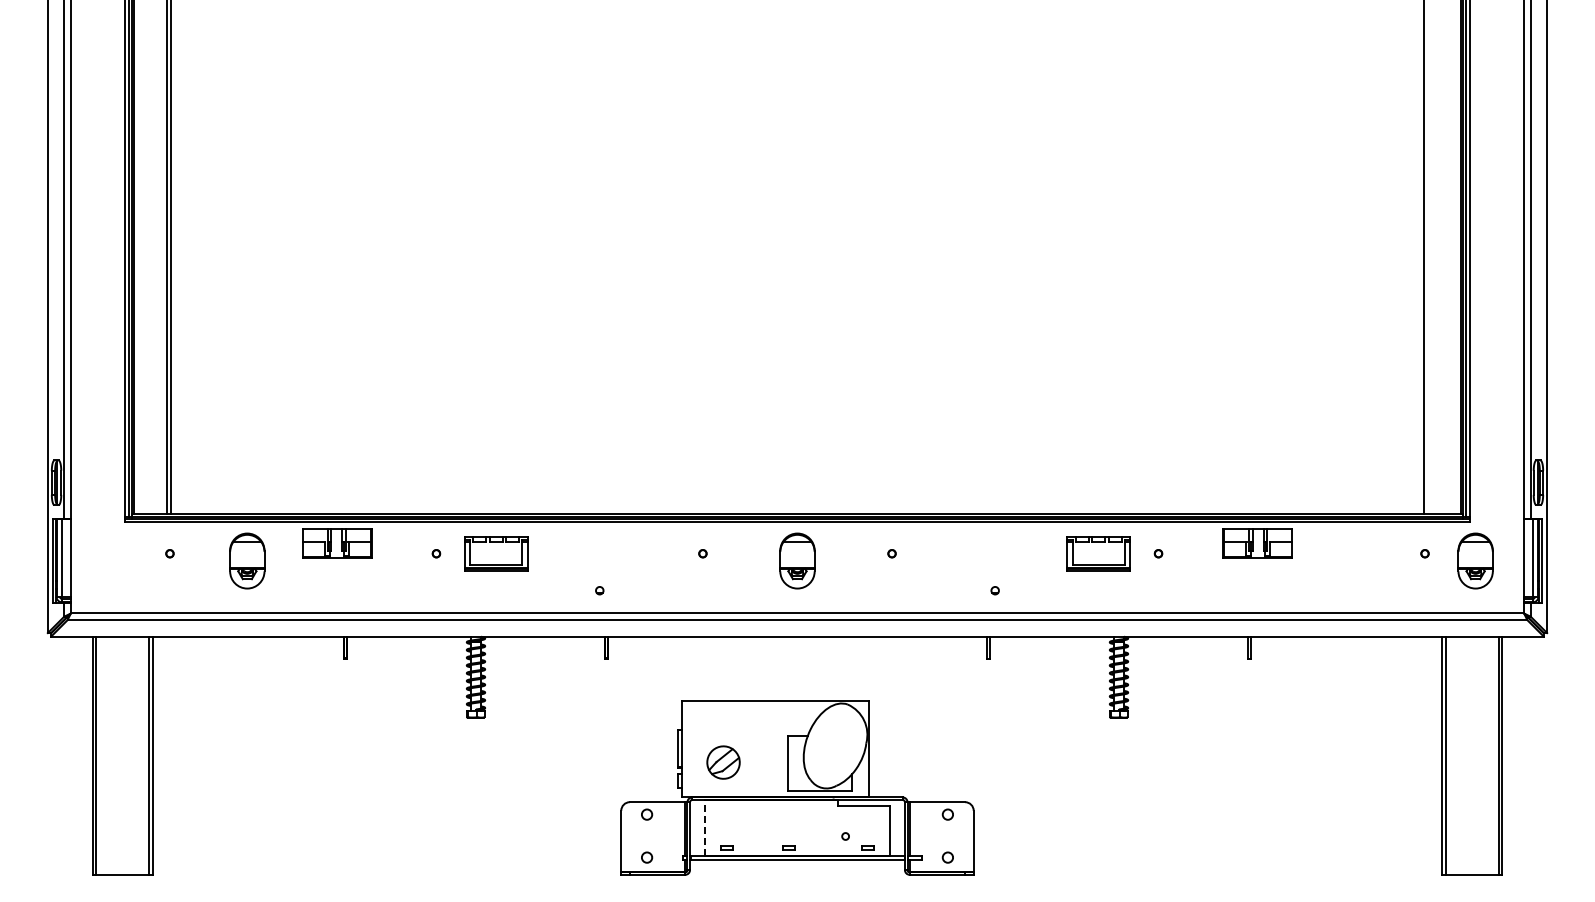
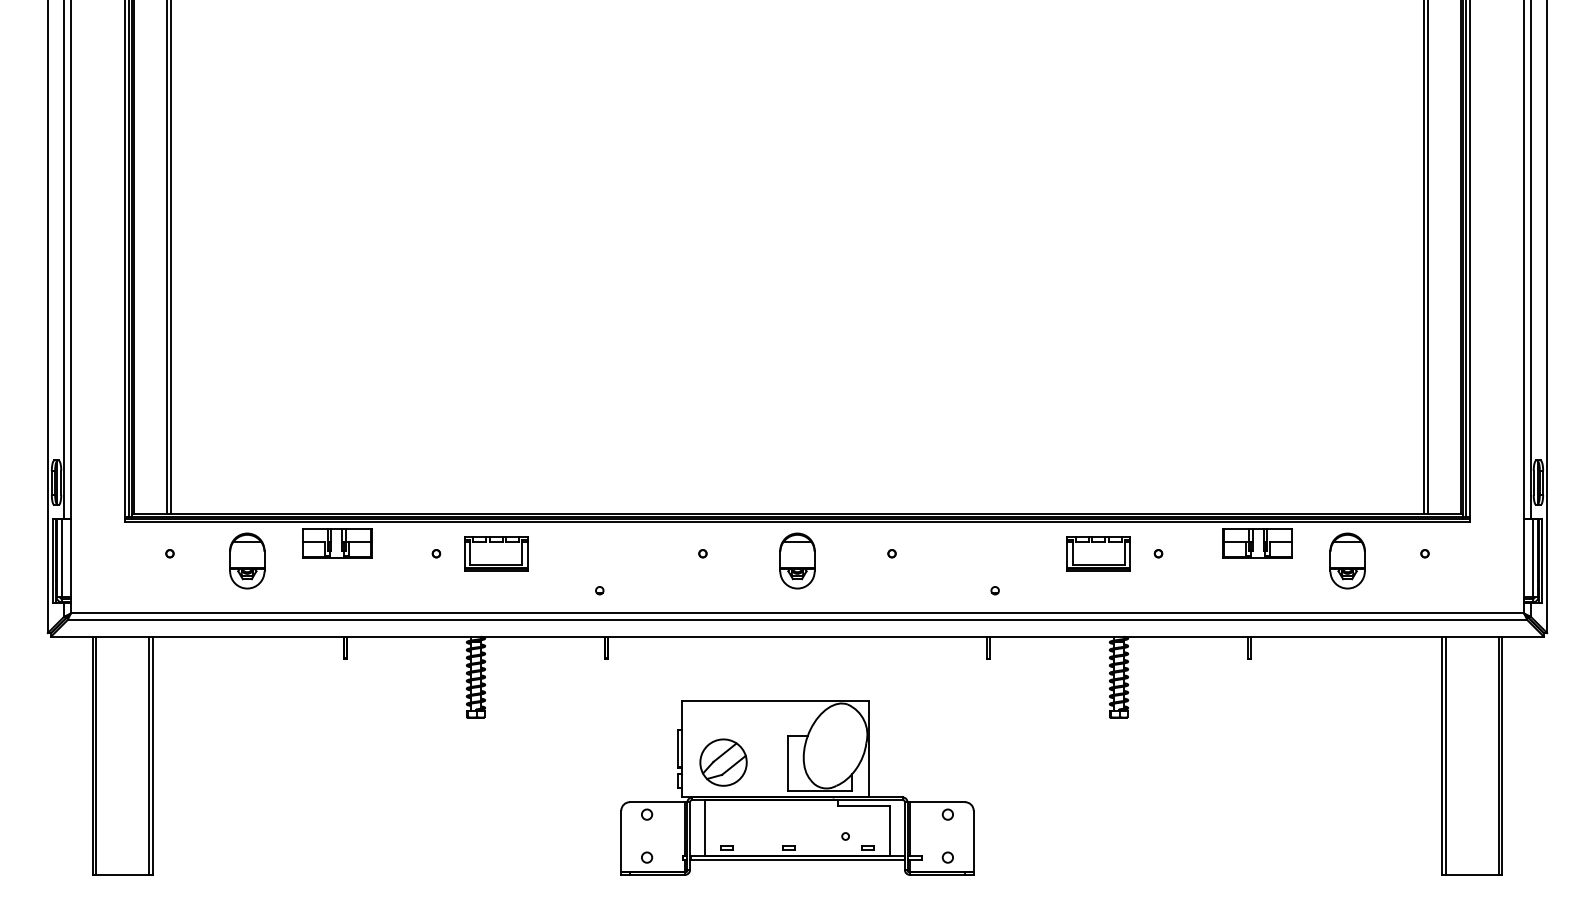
line at (1428, 257): none -> present
part at (1475, 560) position: (1475, 560) -> (1347, 560)
part at (723, 762) size: 35x35 px -> 49x49 px
line at (704, 828): dashed -> solid
